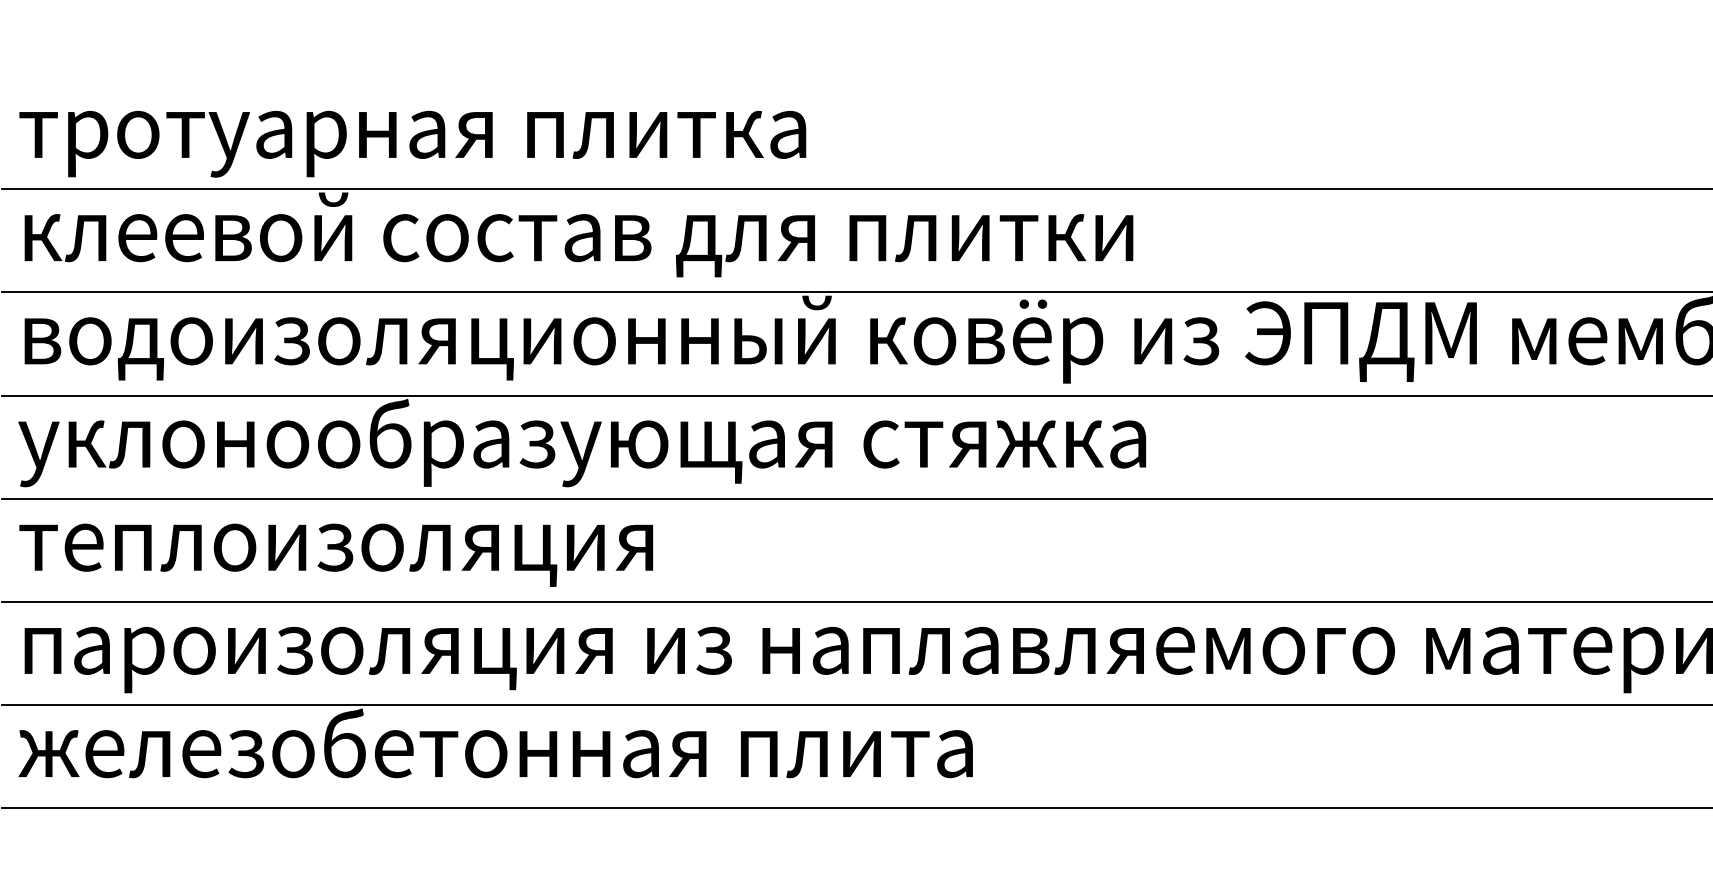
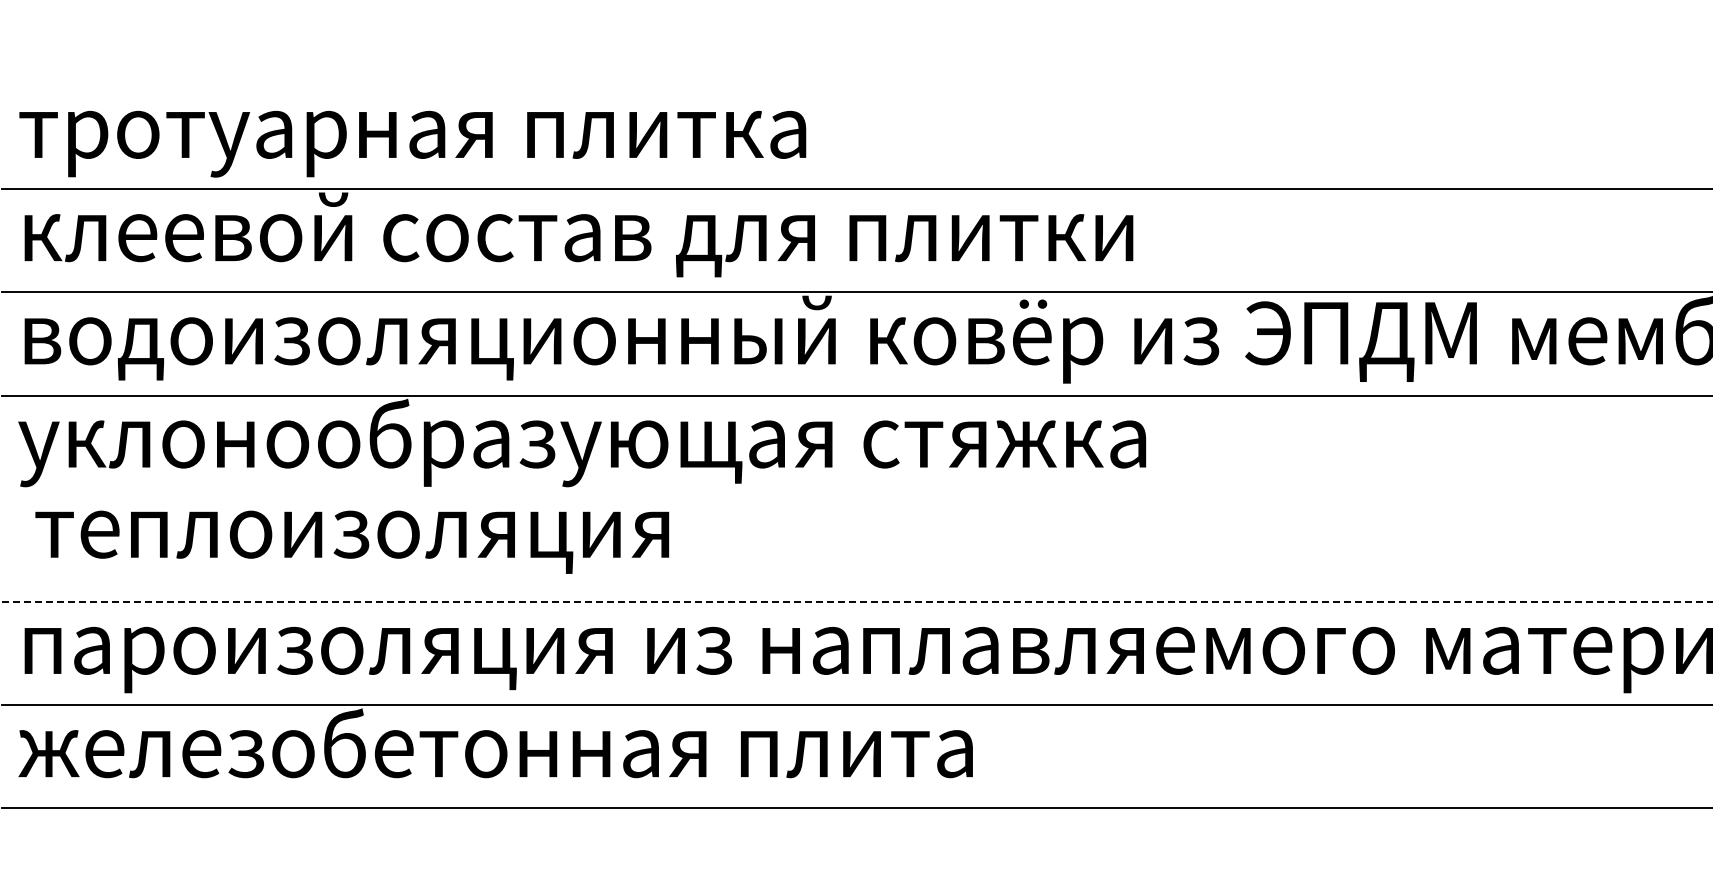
line at (855, 498): present -> none
text at (336, 554) position: (336, 554) -> (352, 541)
line at (857, 601): solid -> dashed
